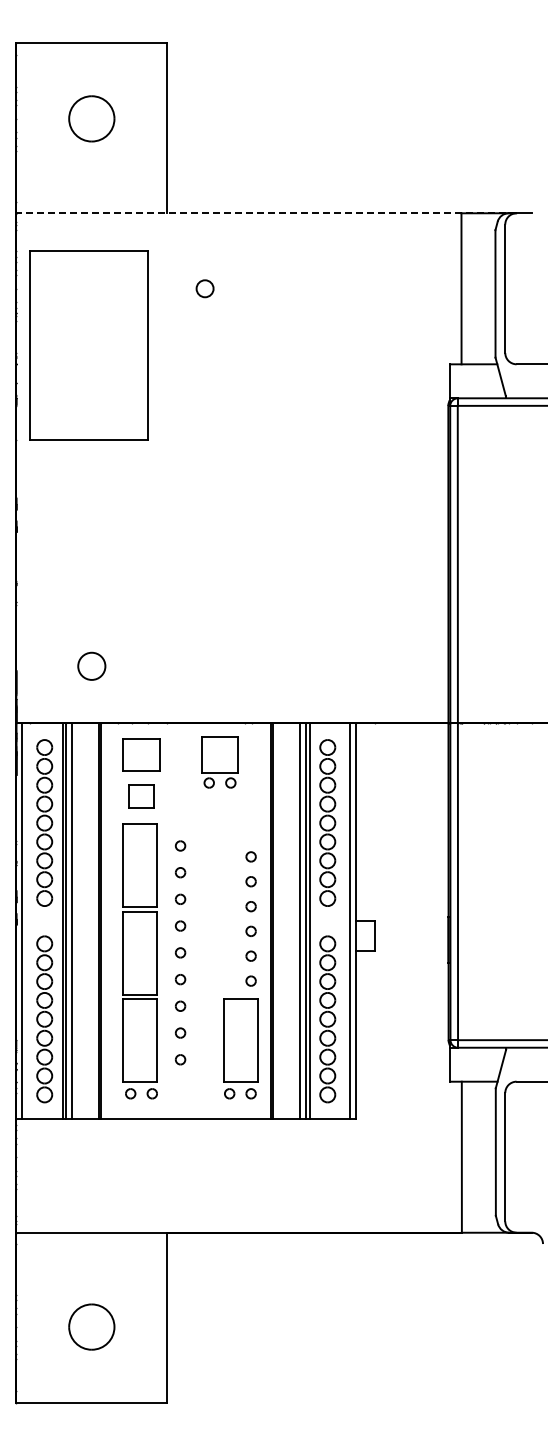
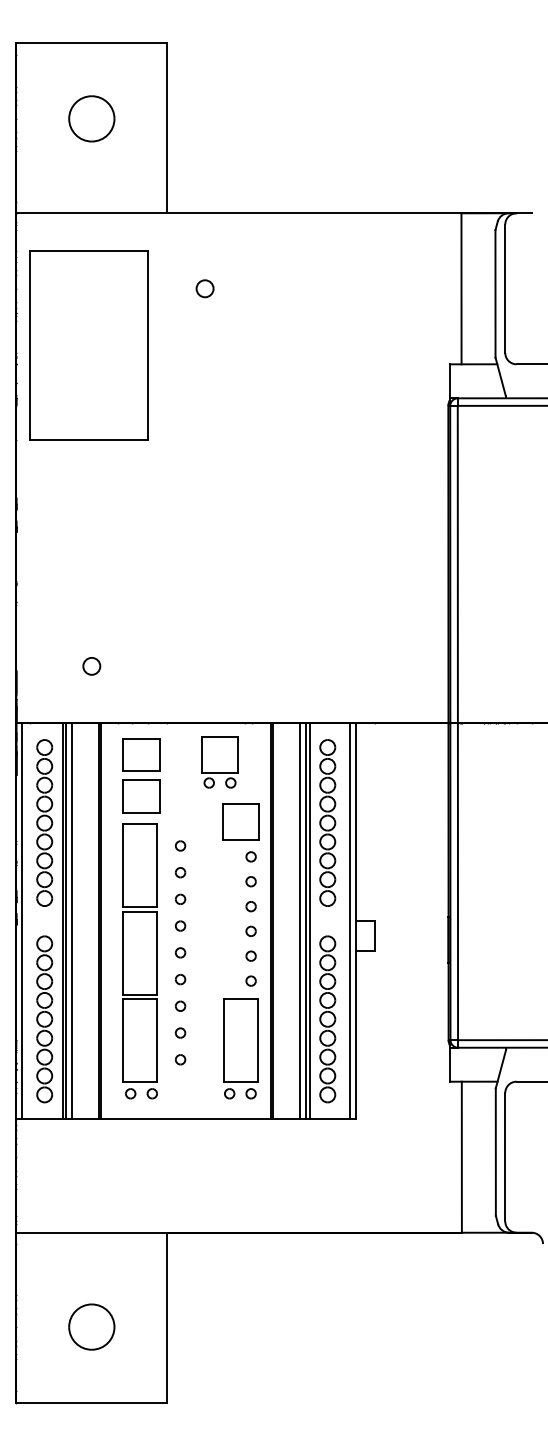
line at (265, 213): dashed -> solid
circle at (91, 665) diameter: 27 px -> 17 px
part at (141, 796) size: 27x25 px -> 39x35 px
part at (240, 821): none -> present
